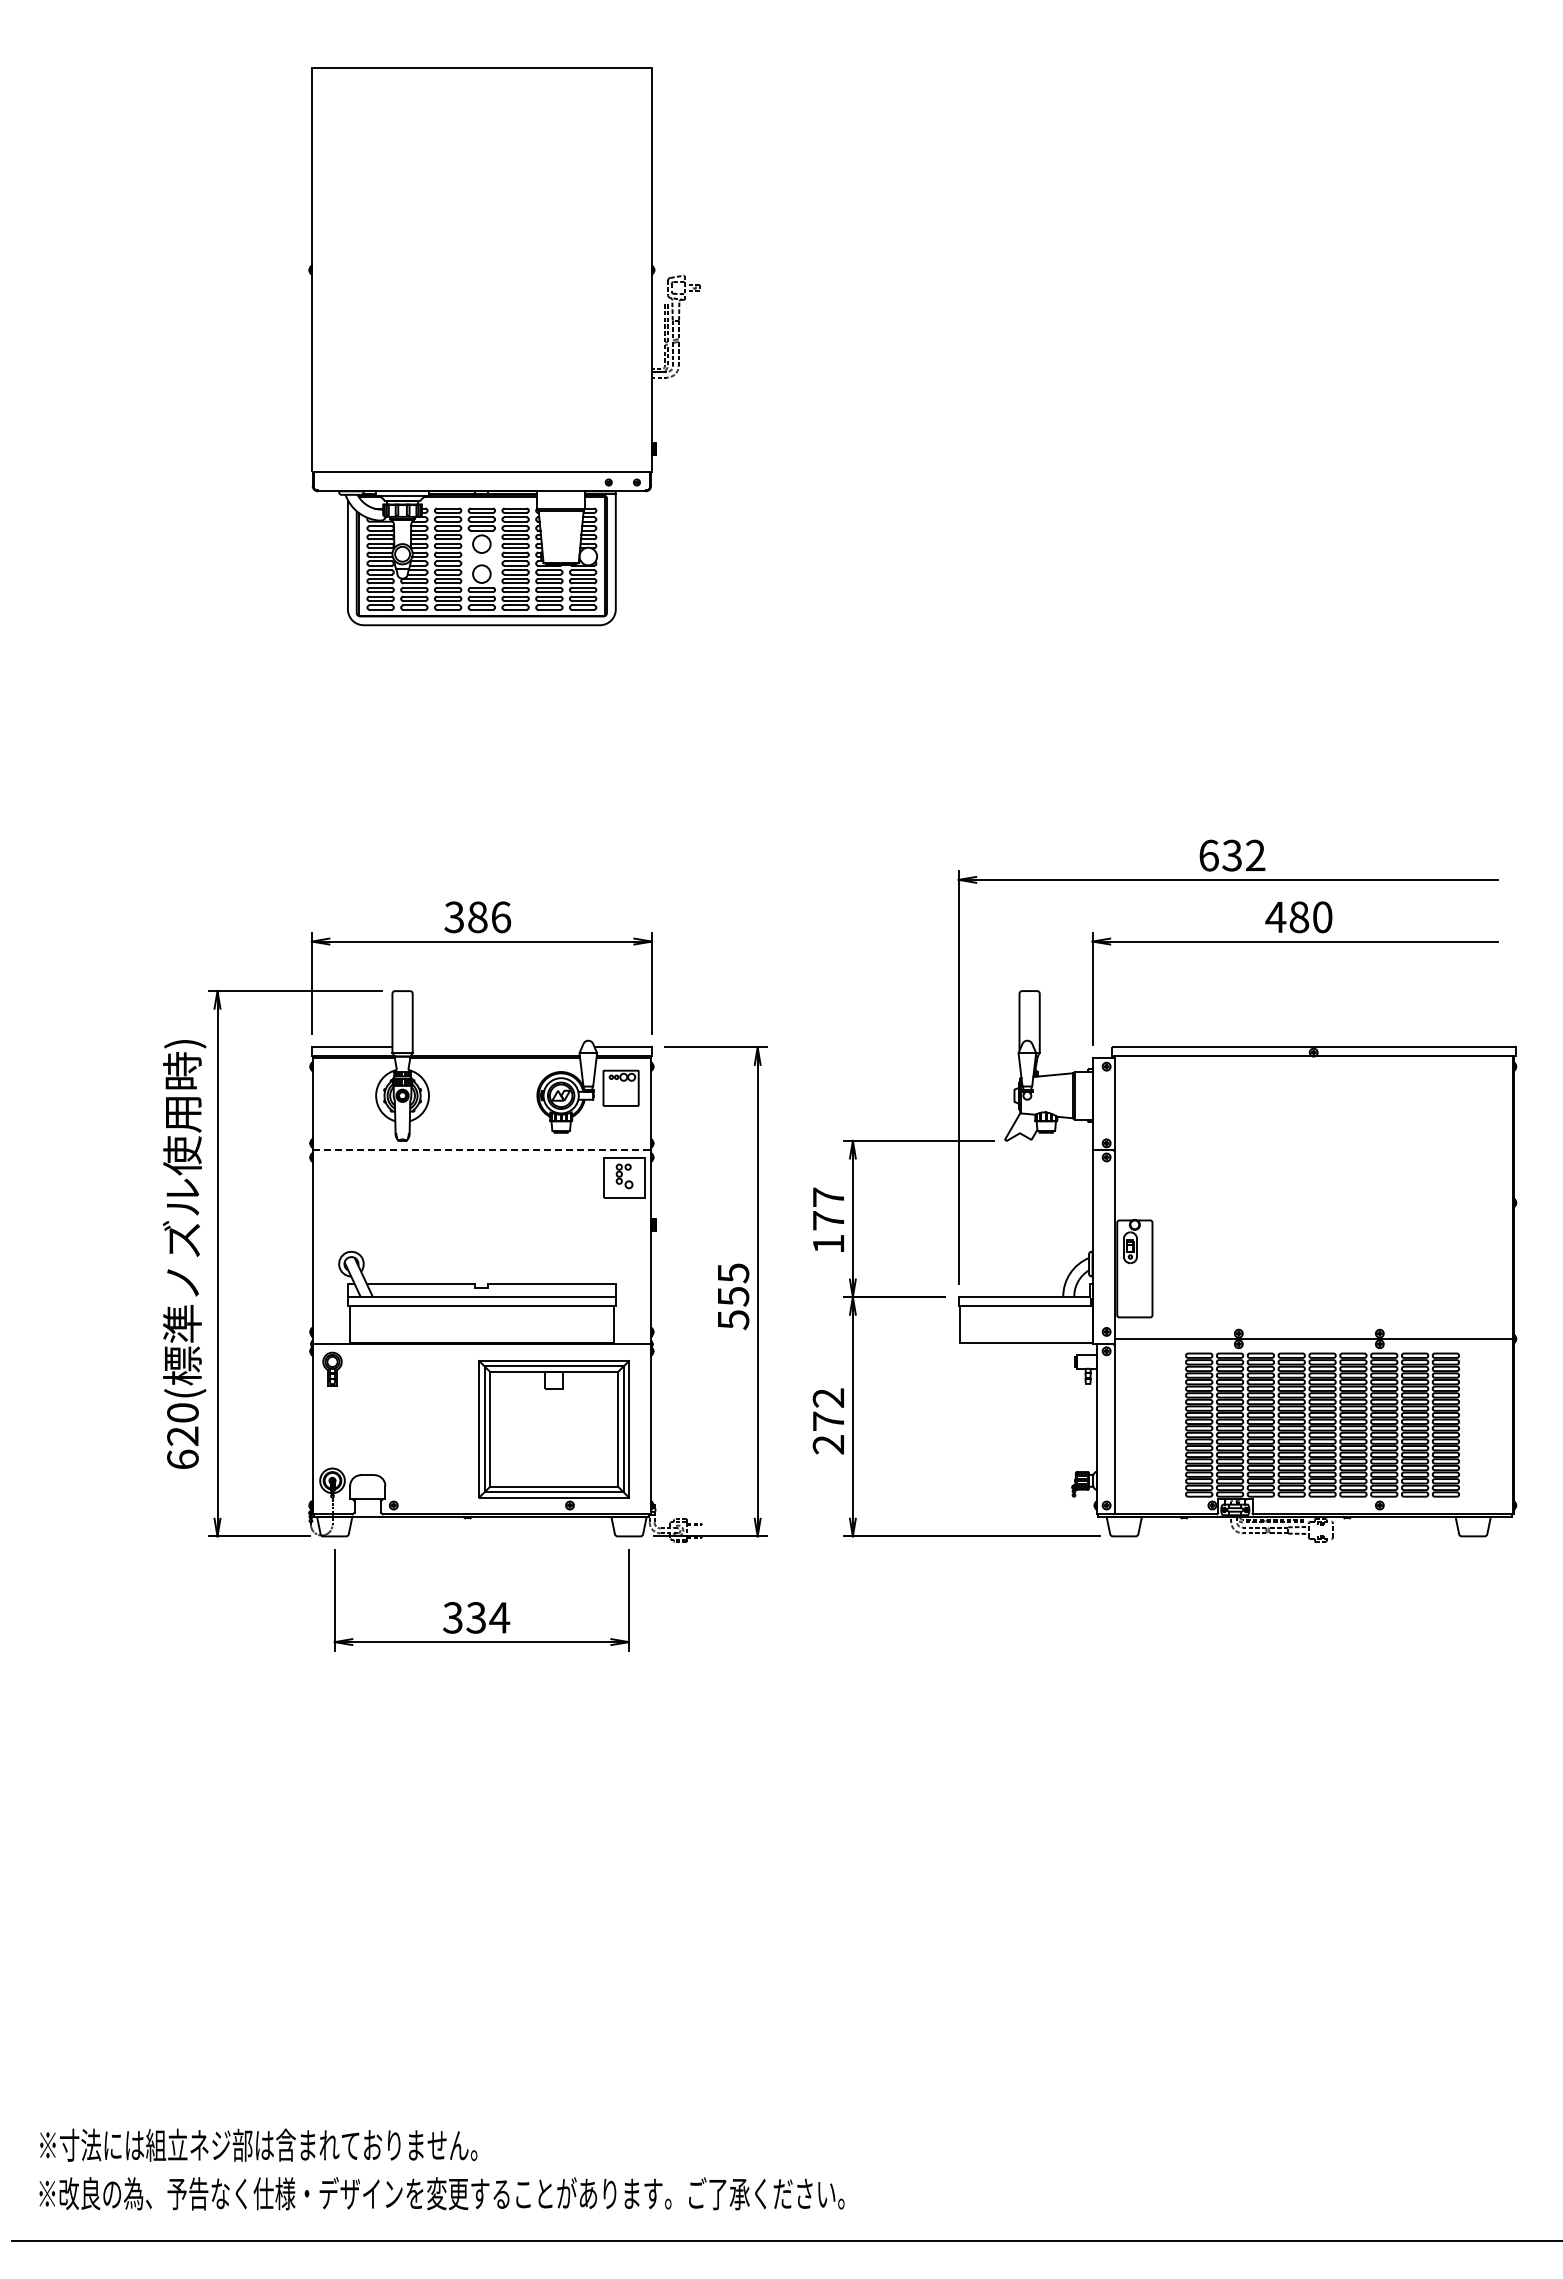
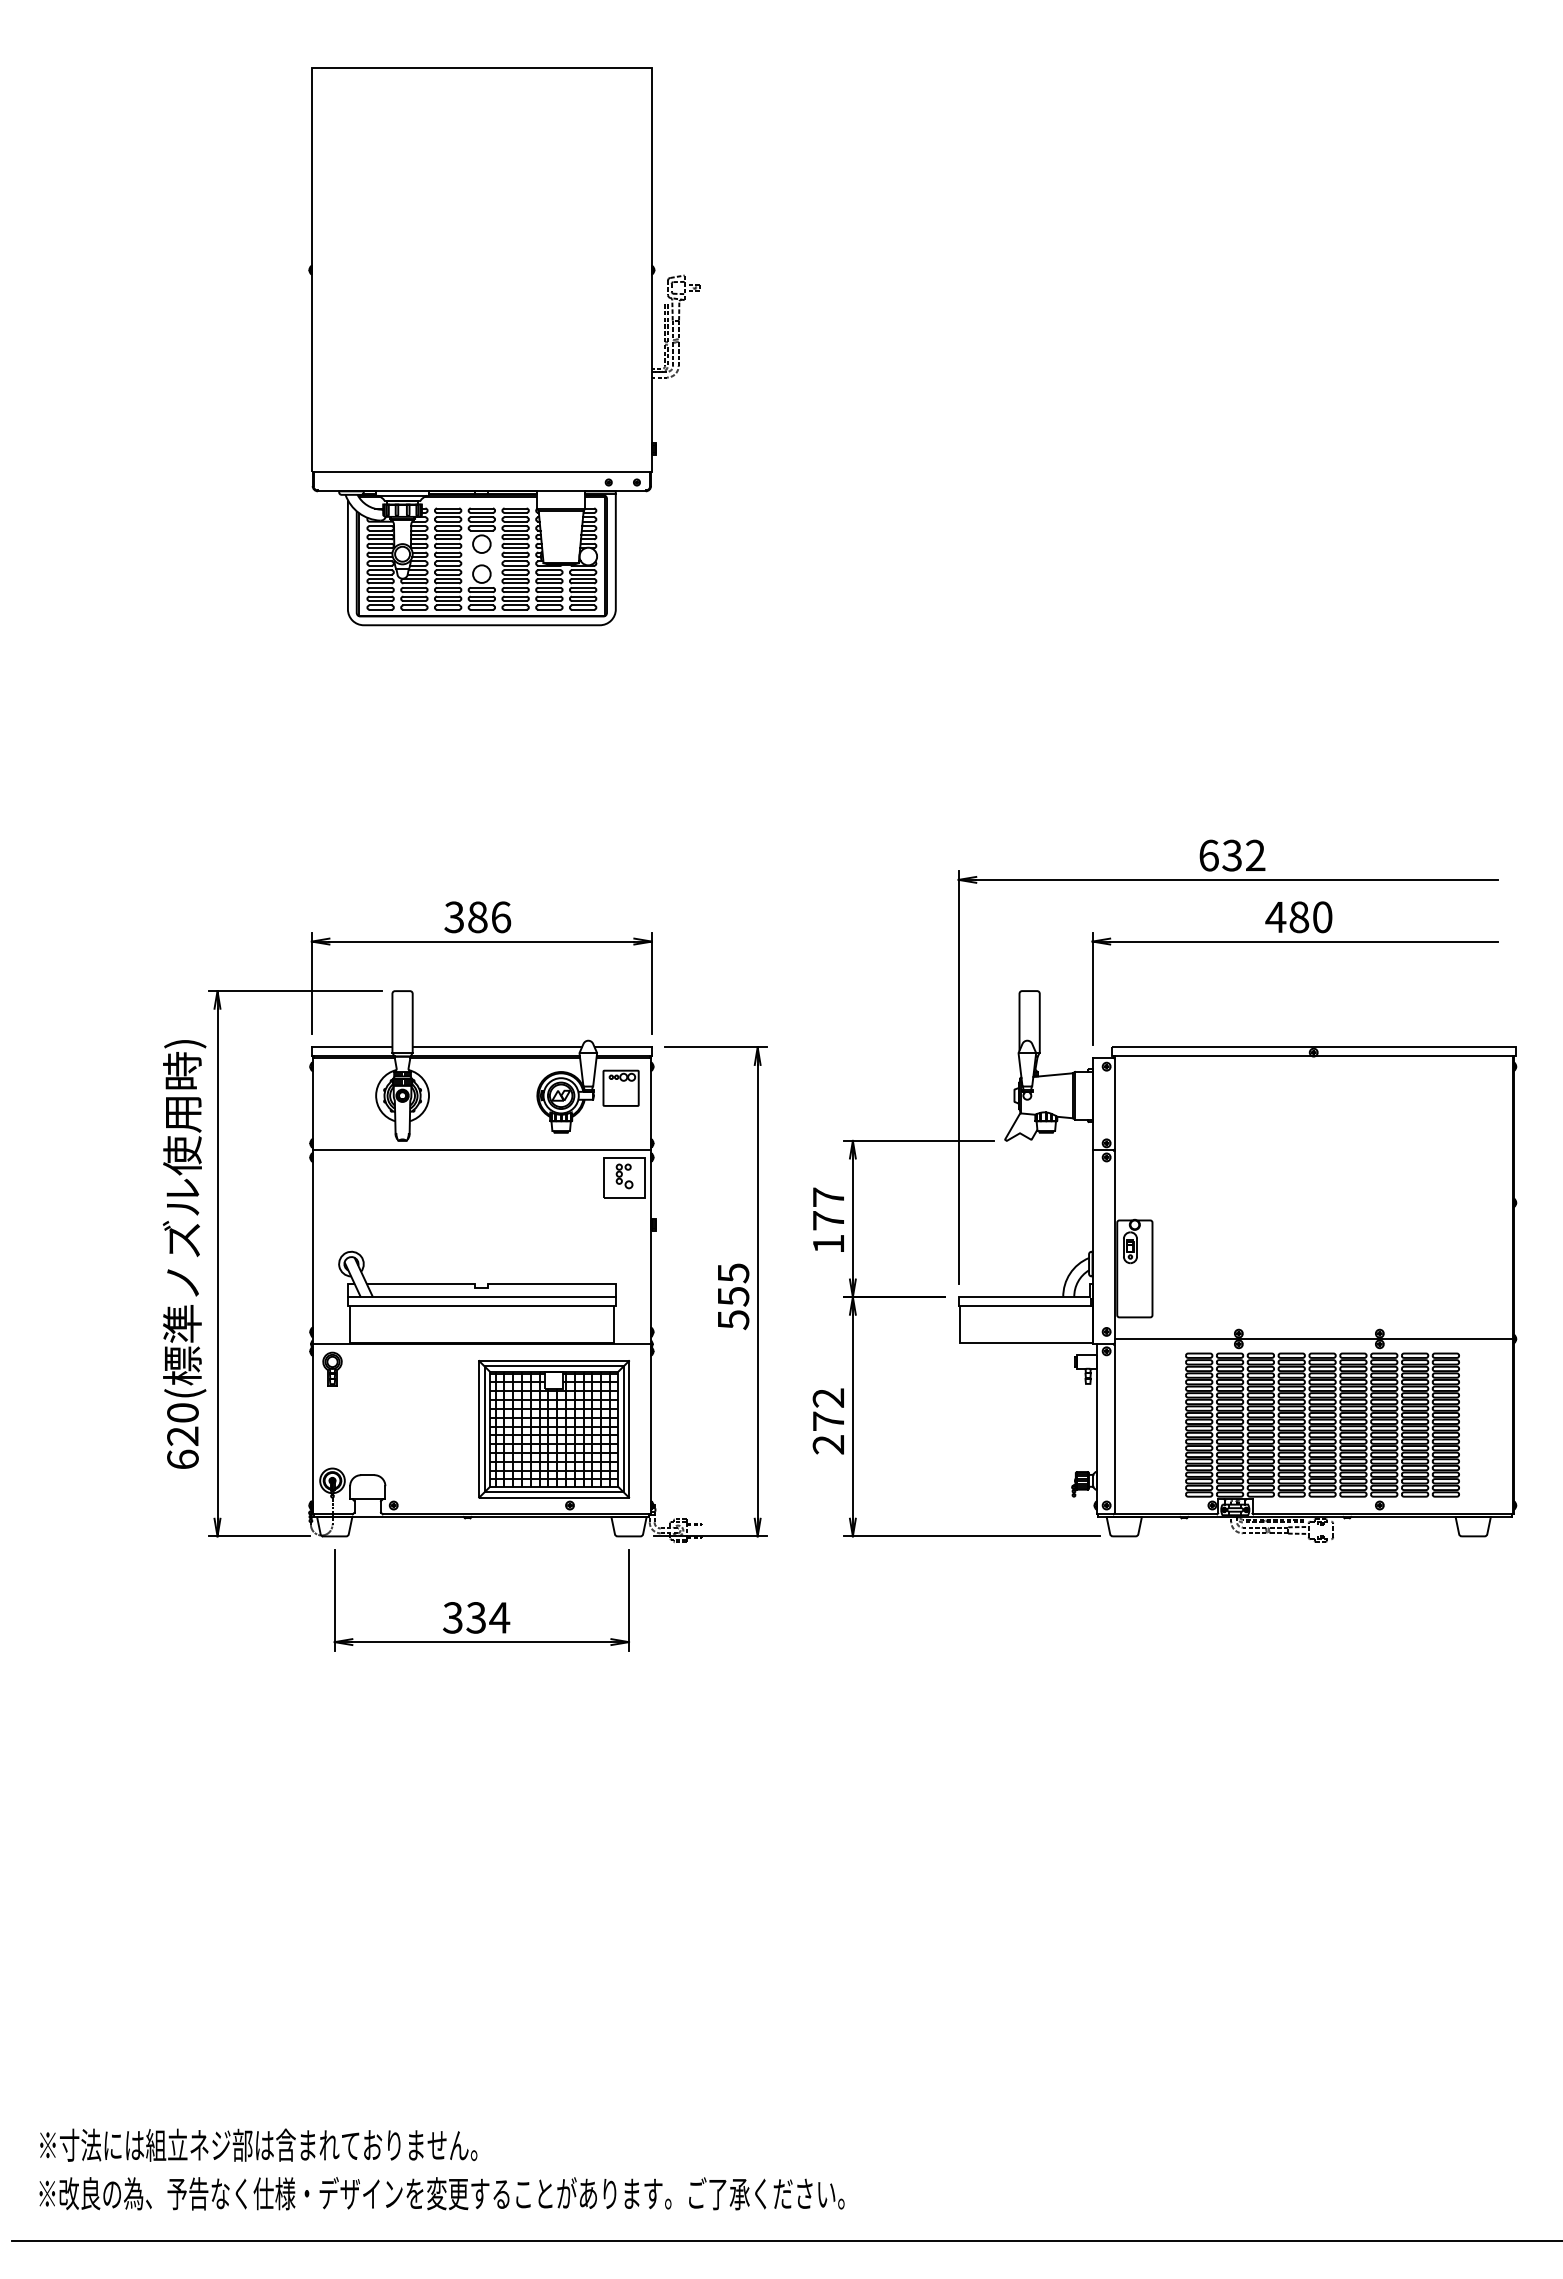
line at (496, 1047): none -> present
line at (482, 1150): dashed -> solid
hatch at (553, 1429): none -> present
